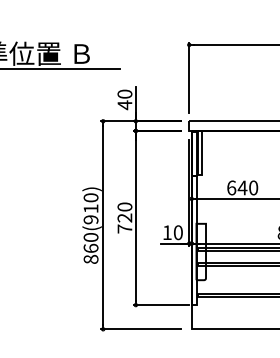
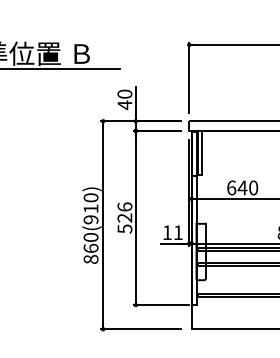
text at (124, 217): 720 -> 526
text at (178, 232): 10 -> 11
